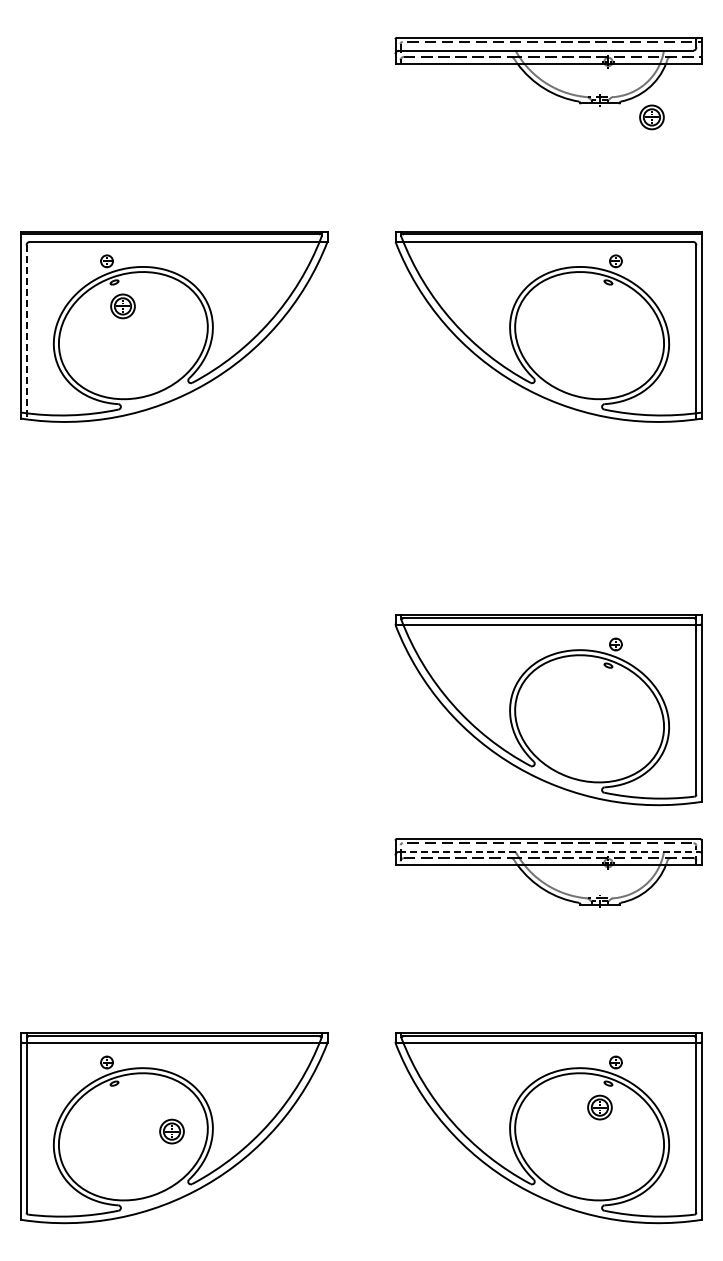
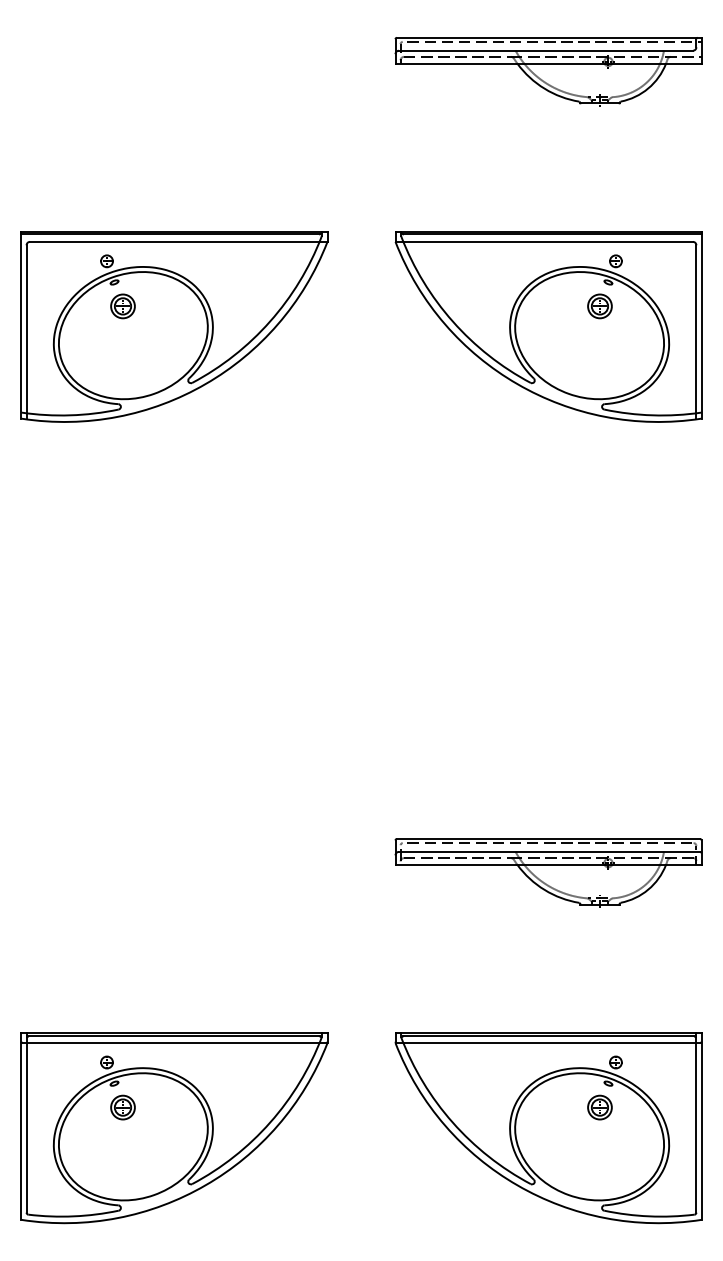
part at (651, 117) position: (651, 117) -> (599, 306)
line at (26, 332): dashed -> solid
part at (548, 710): present -> none
line at (549, 851): dashed -> solid
part at (171, 1131) position: (171, 1131) -> (122, 1107)
